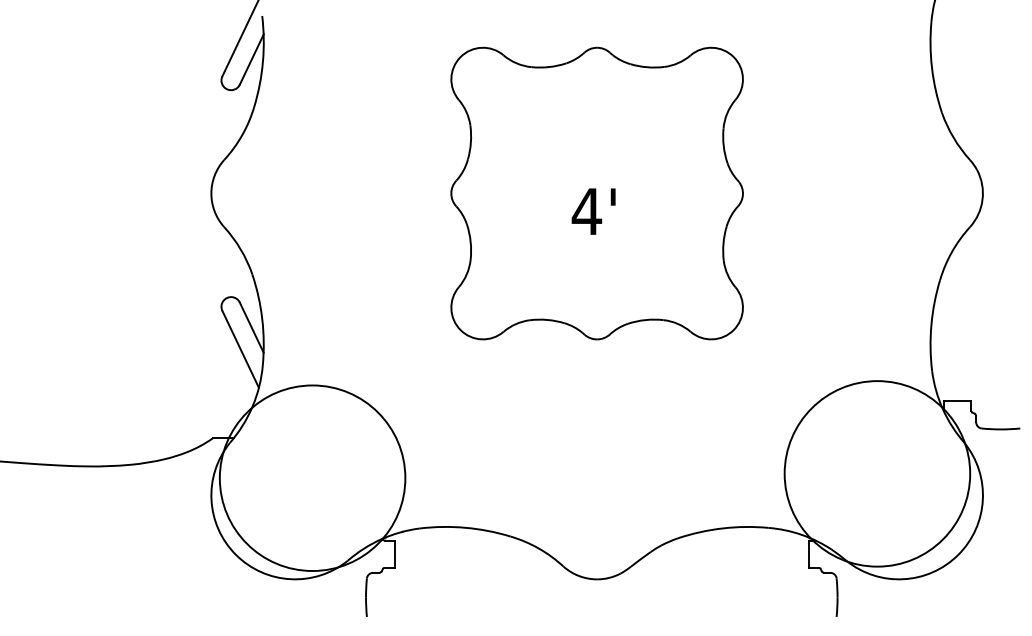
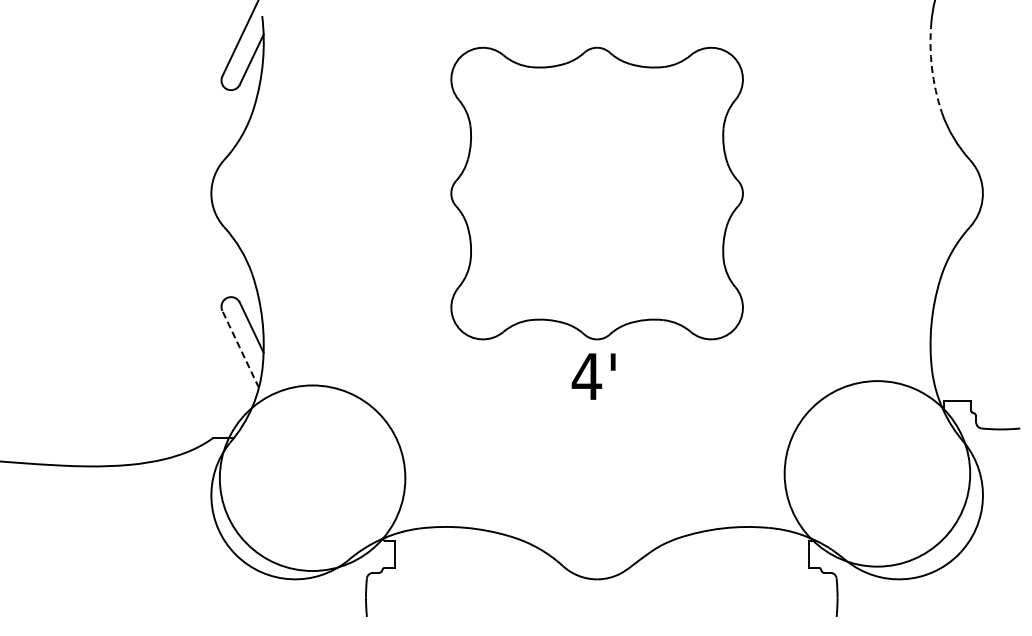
arc at (932, 67): solid -> dashed
text at (593, 211) position: (593, 211) -> (593, 376)
line at (240, 349): solid -> dashed
